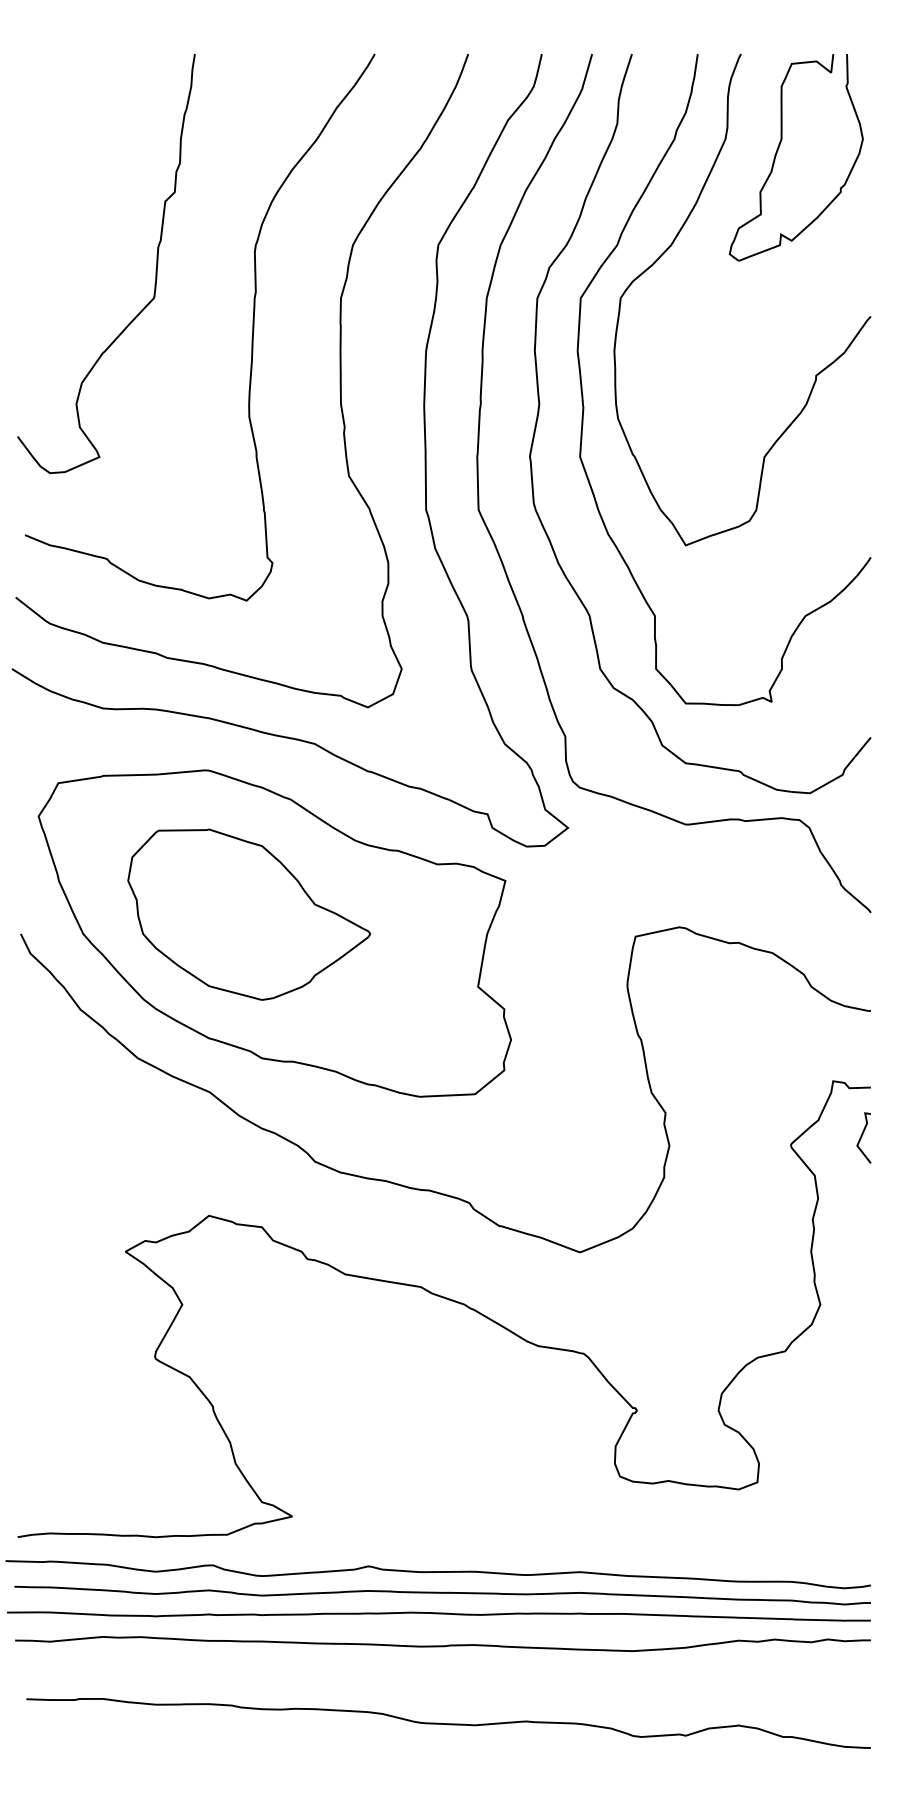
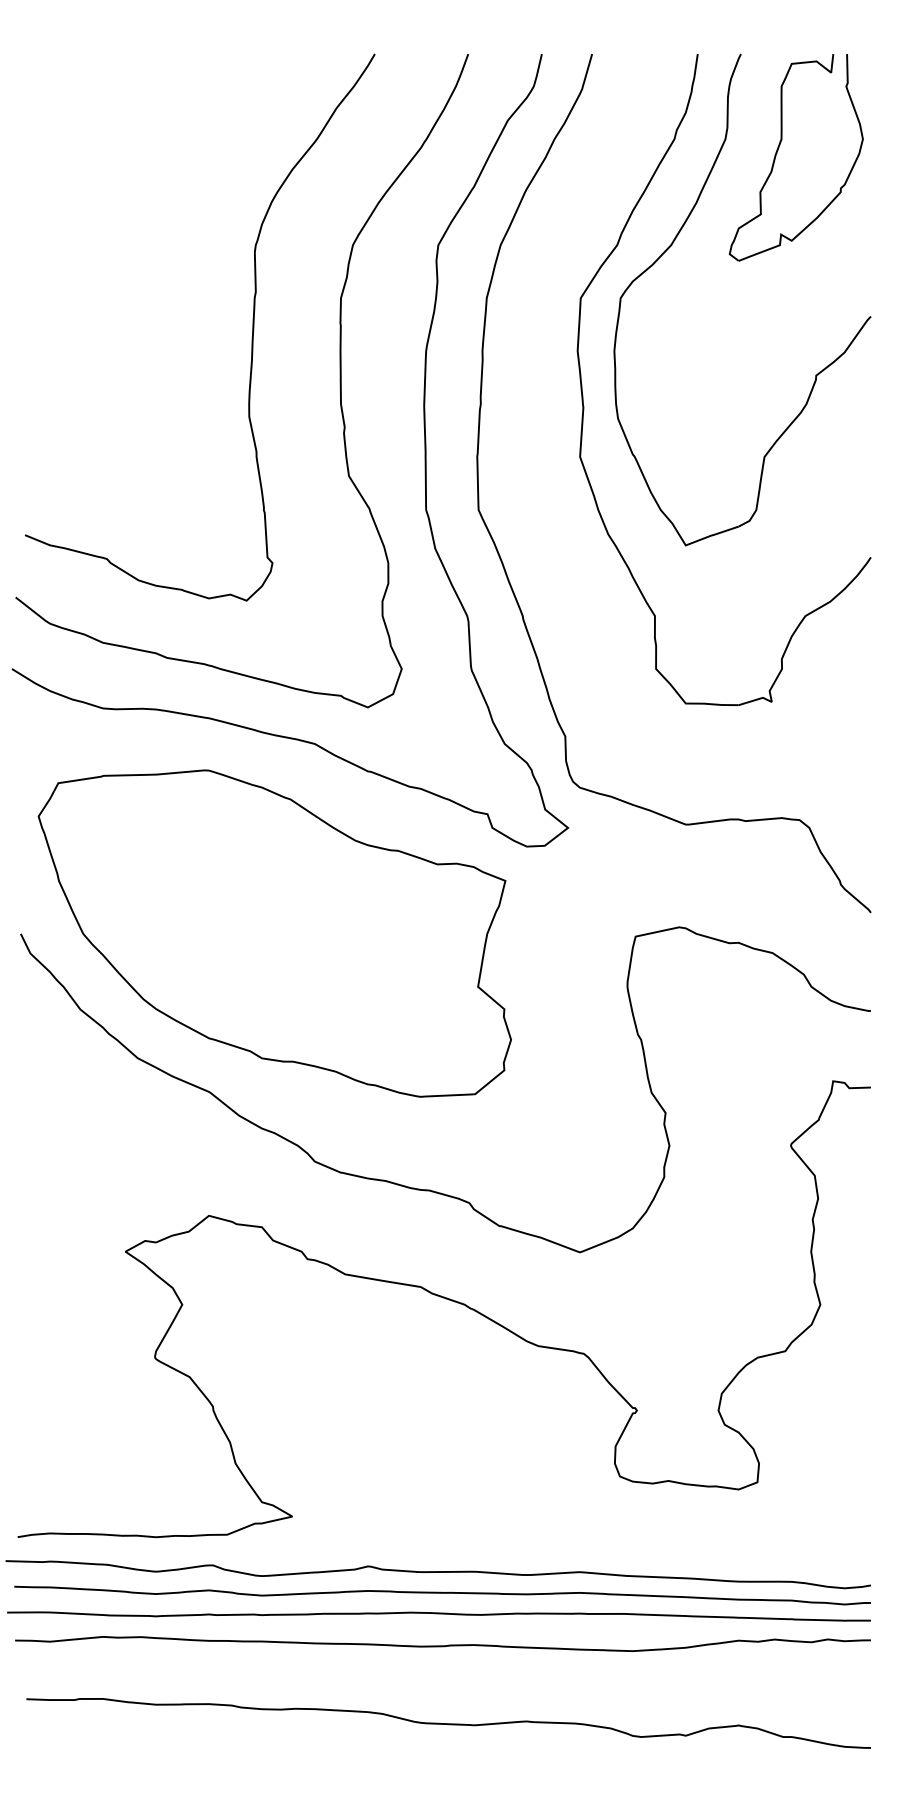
curve at (155, 269): present -> none
part at (540, 404): present -> none
part at (248, 914): present -> none
line at (862, 1136): present -> none
